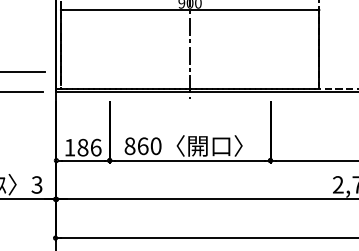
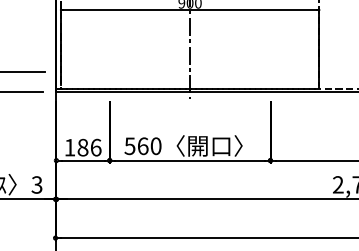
text at (129, 145): 860 -> 560
